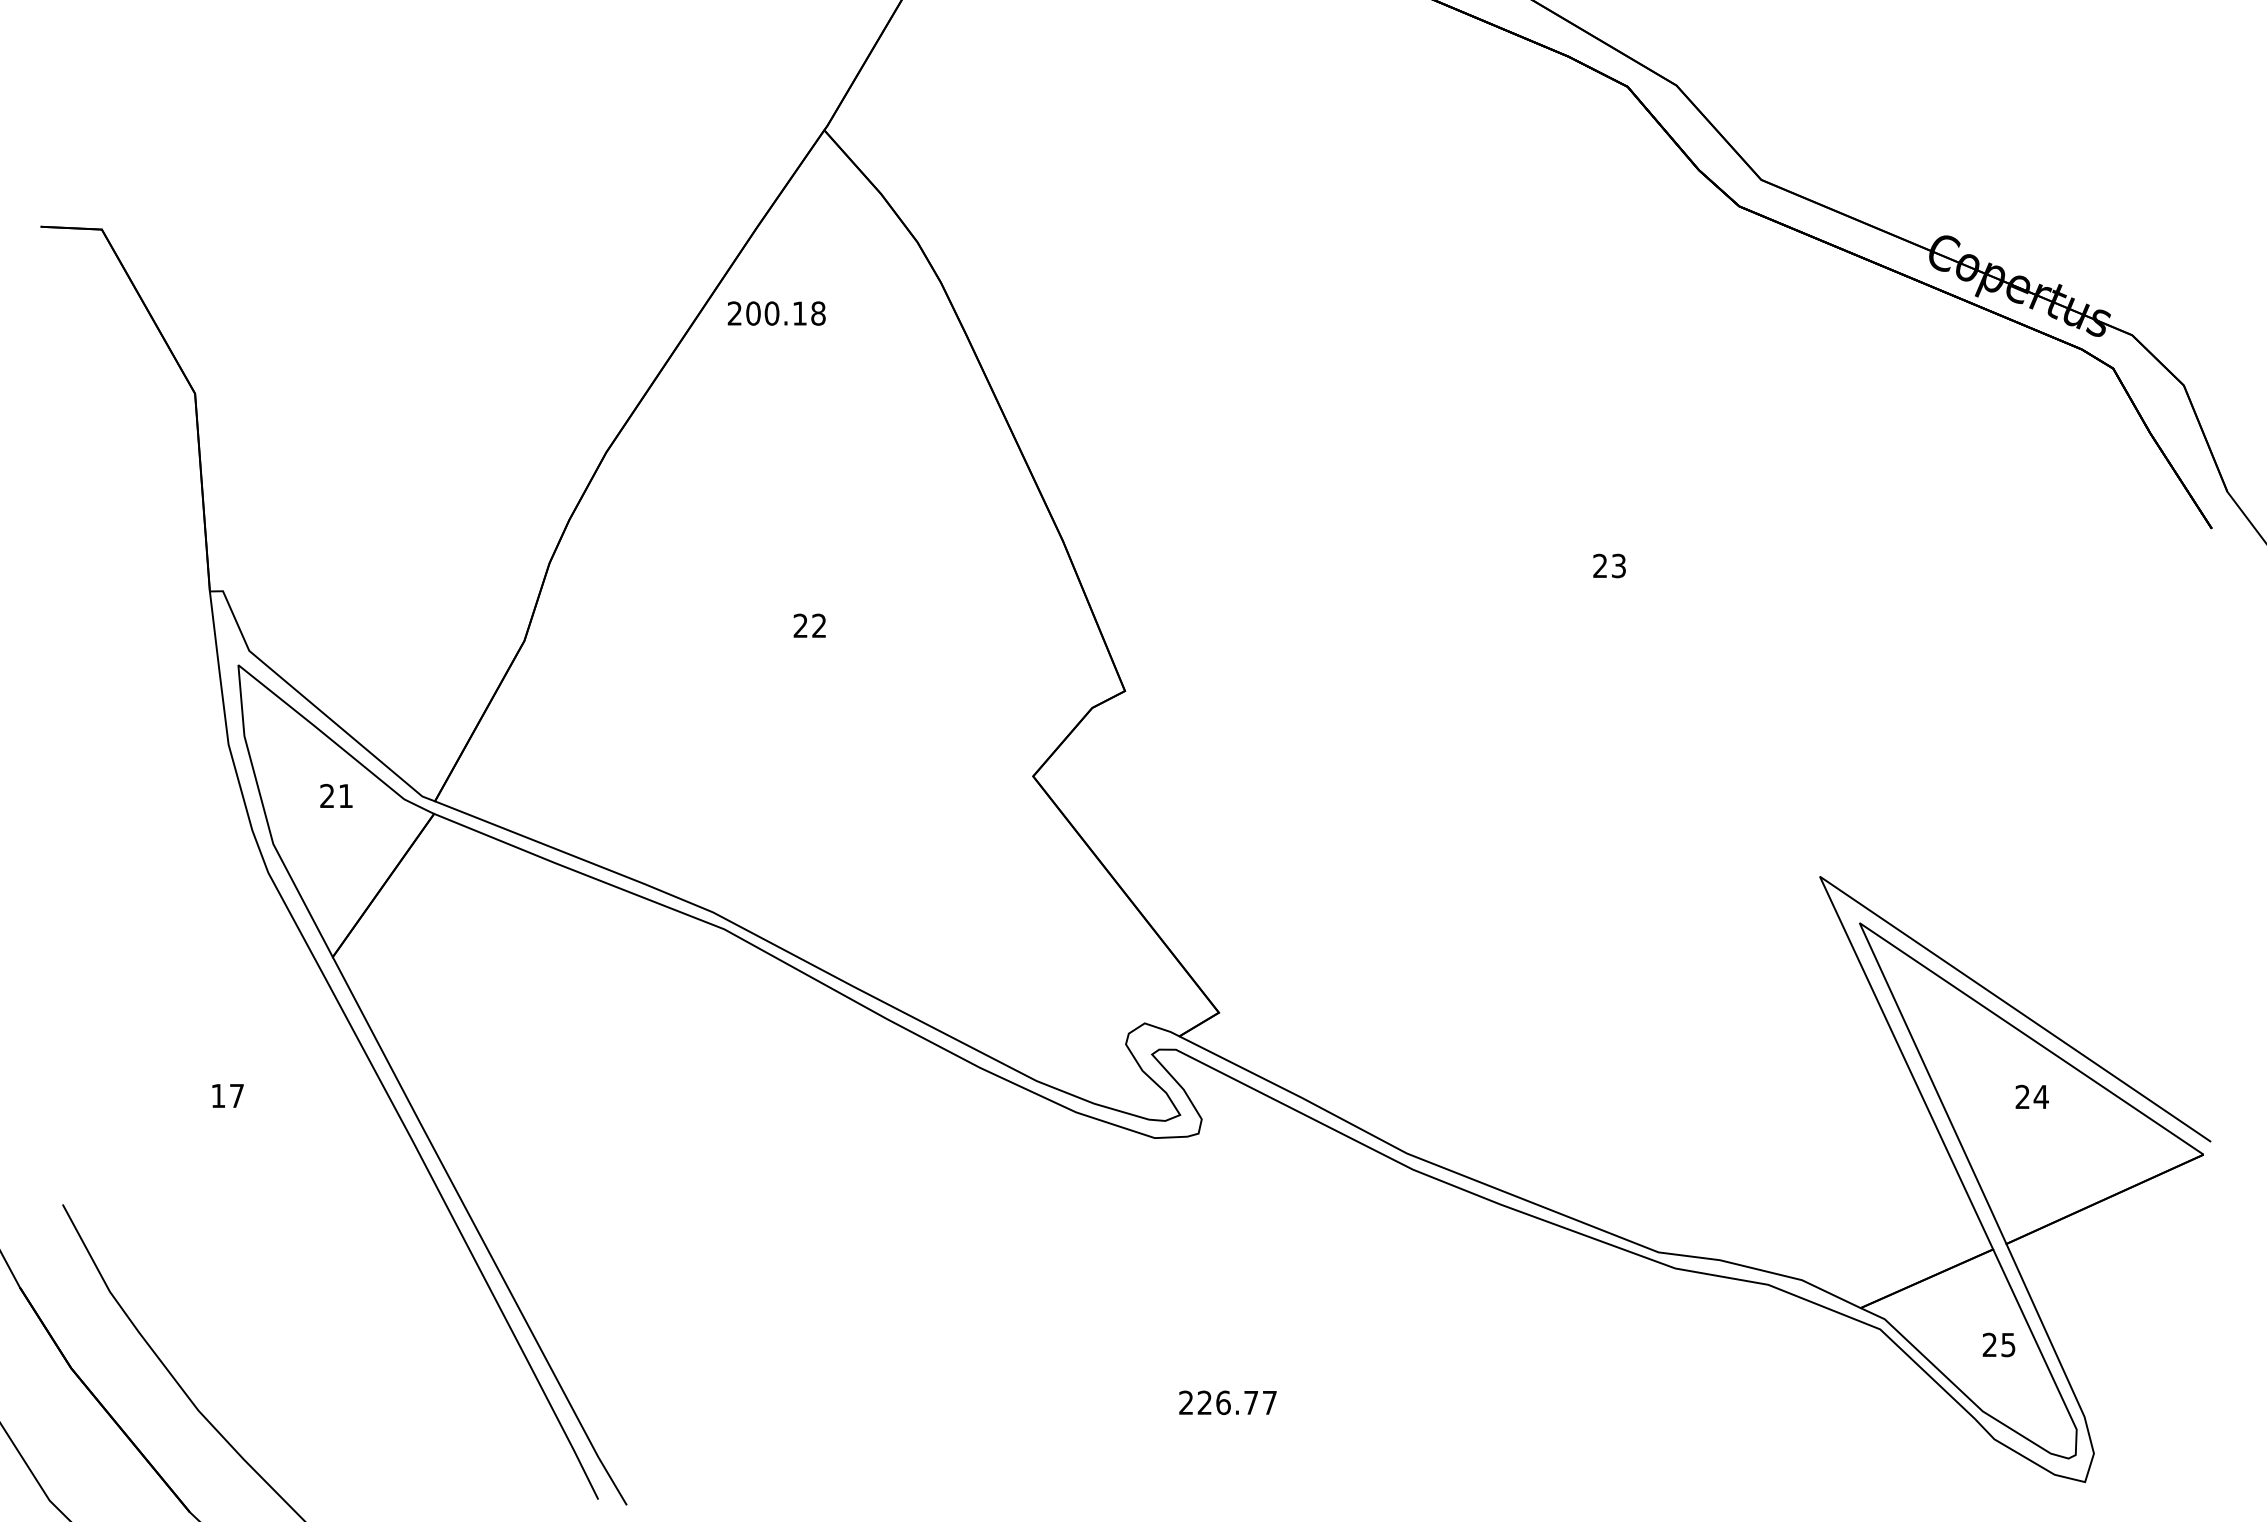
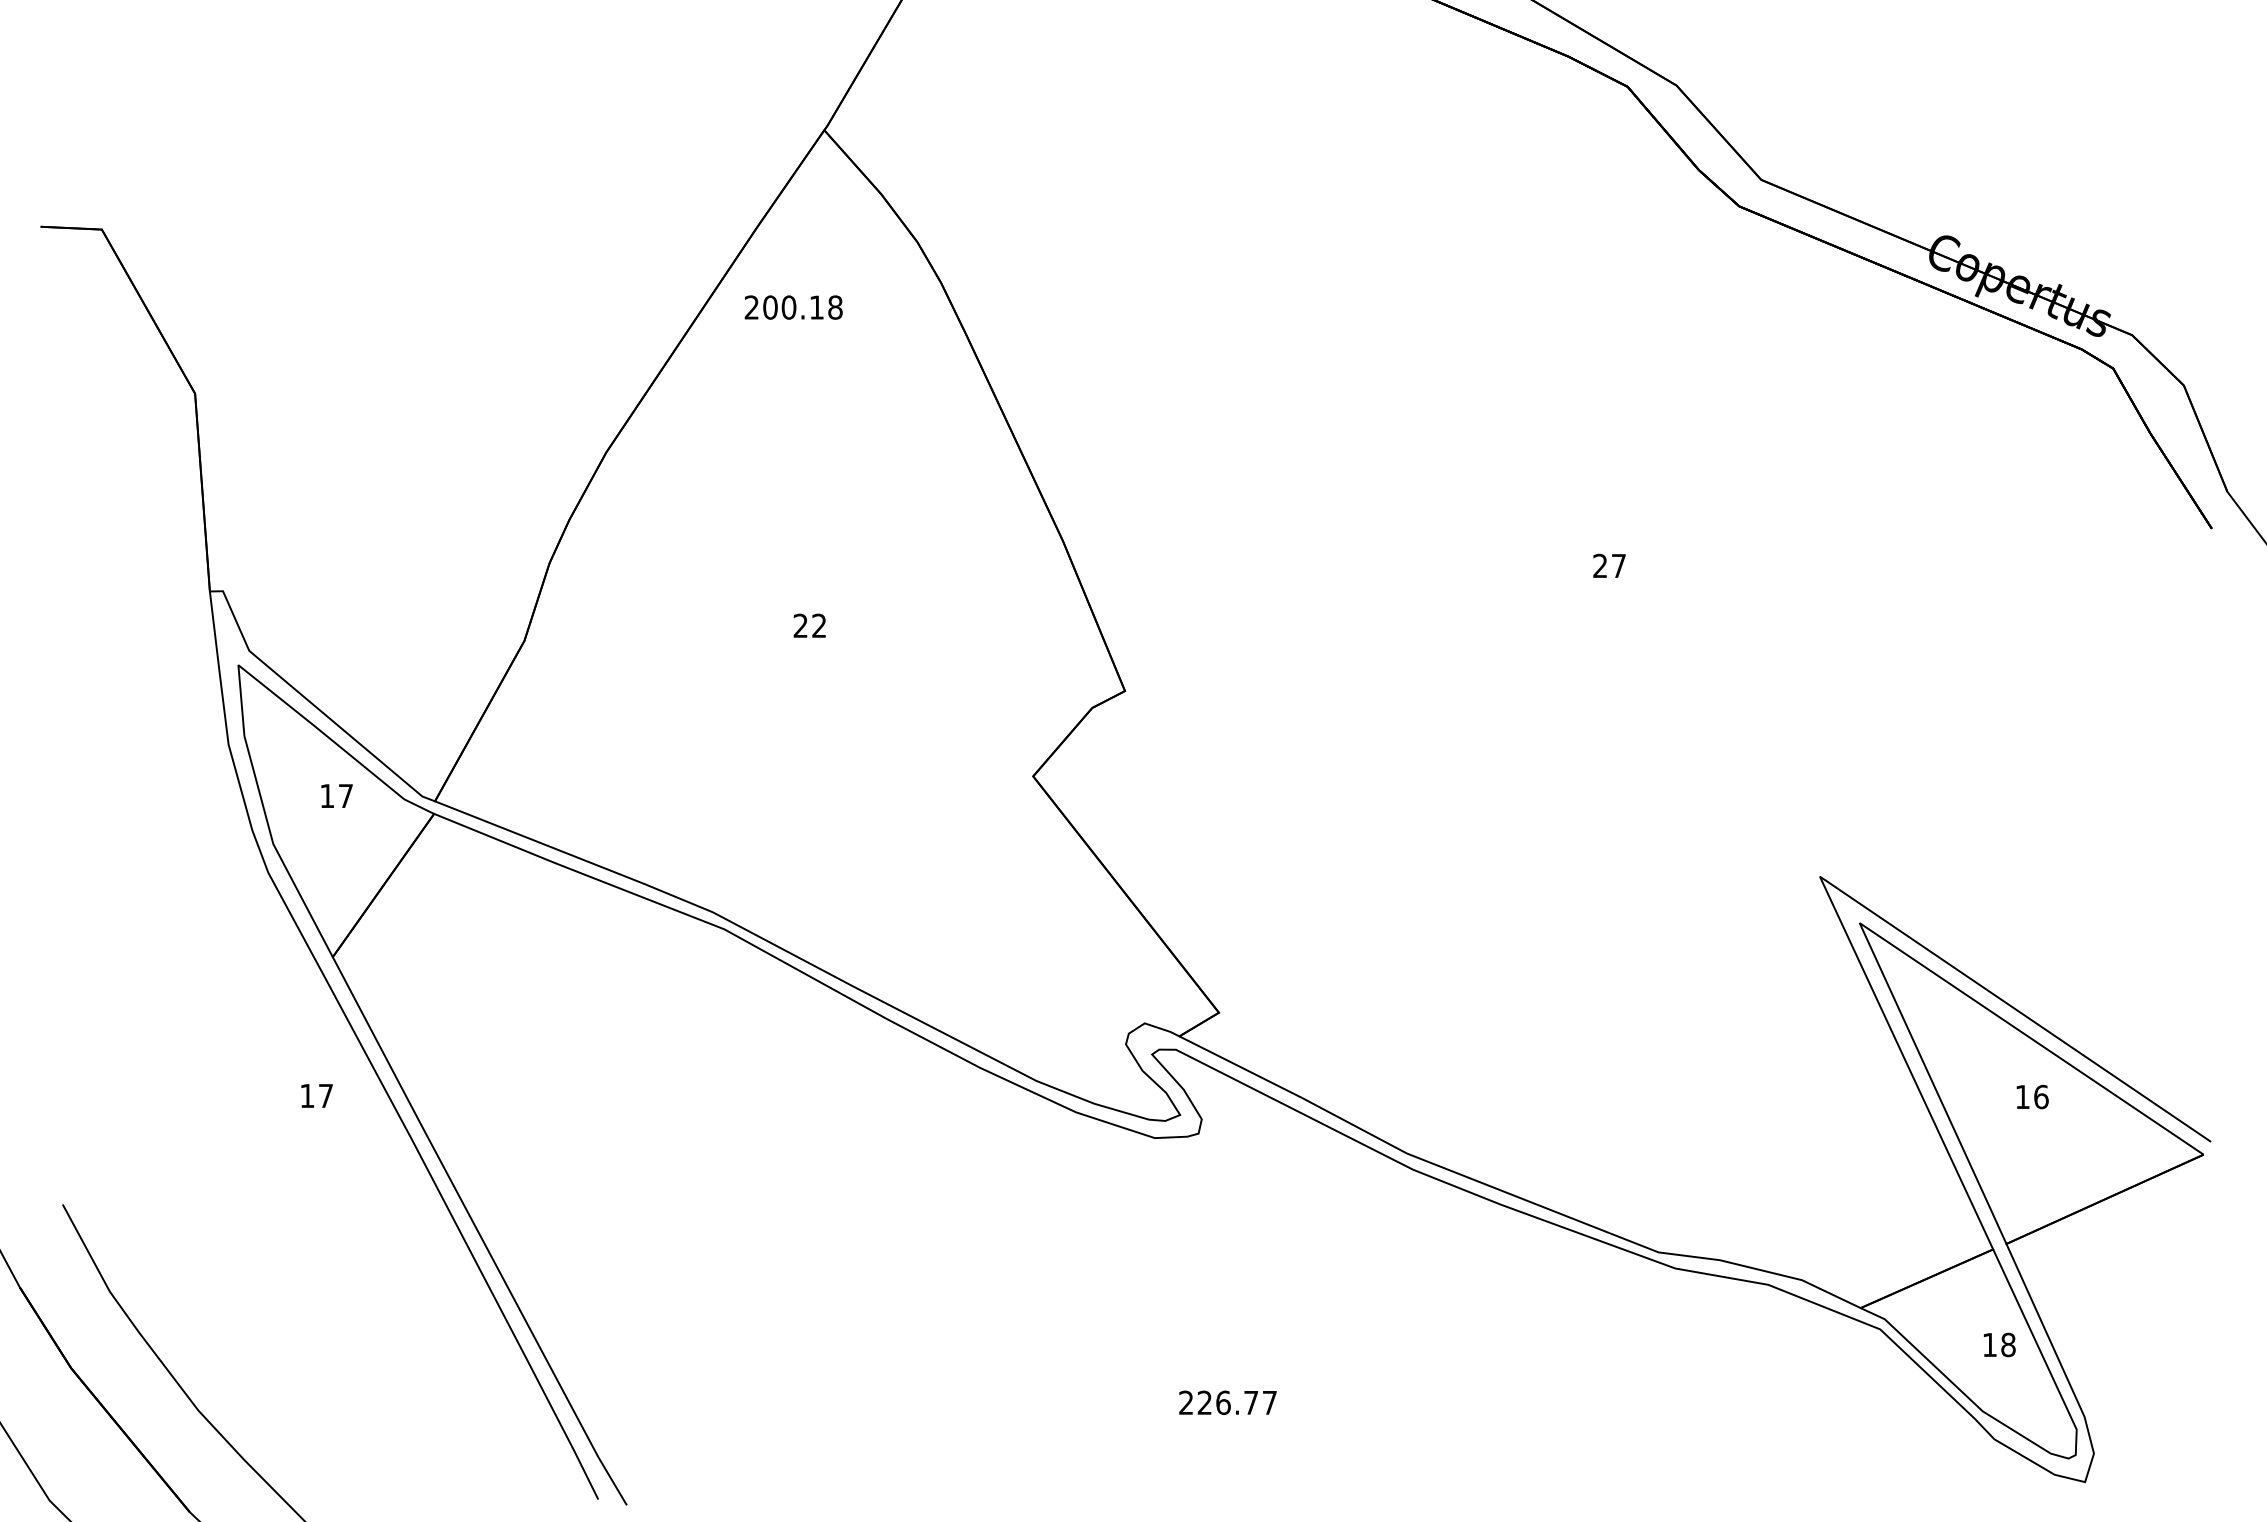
text at (776, 313) position: (776, 313) -> (793, 307)
text at (1618, 565): 23 -> 27
text at (336, 795): 21 -> 17
text at (227, 1095) position: (227, 1095) -> (316, 1095)
text at (2031, 1096): 24 -> 16
text at (1998, 1344): 25 -> 18
